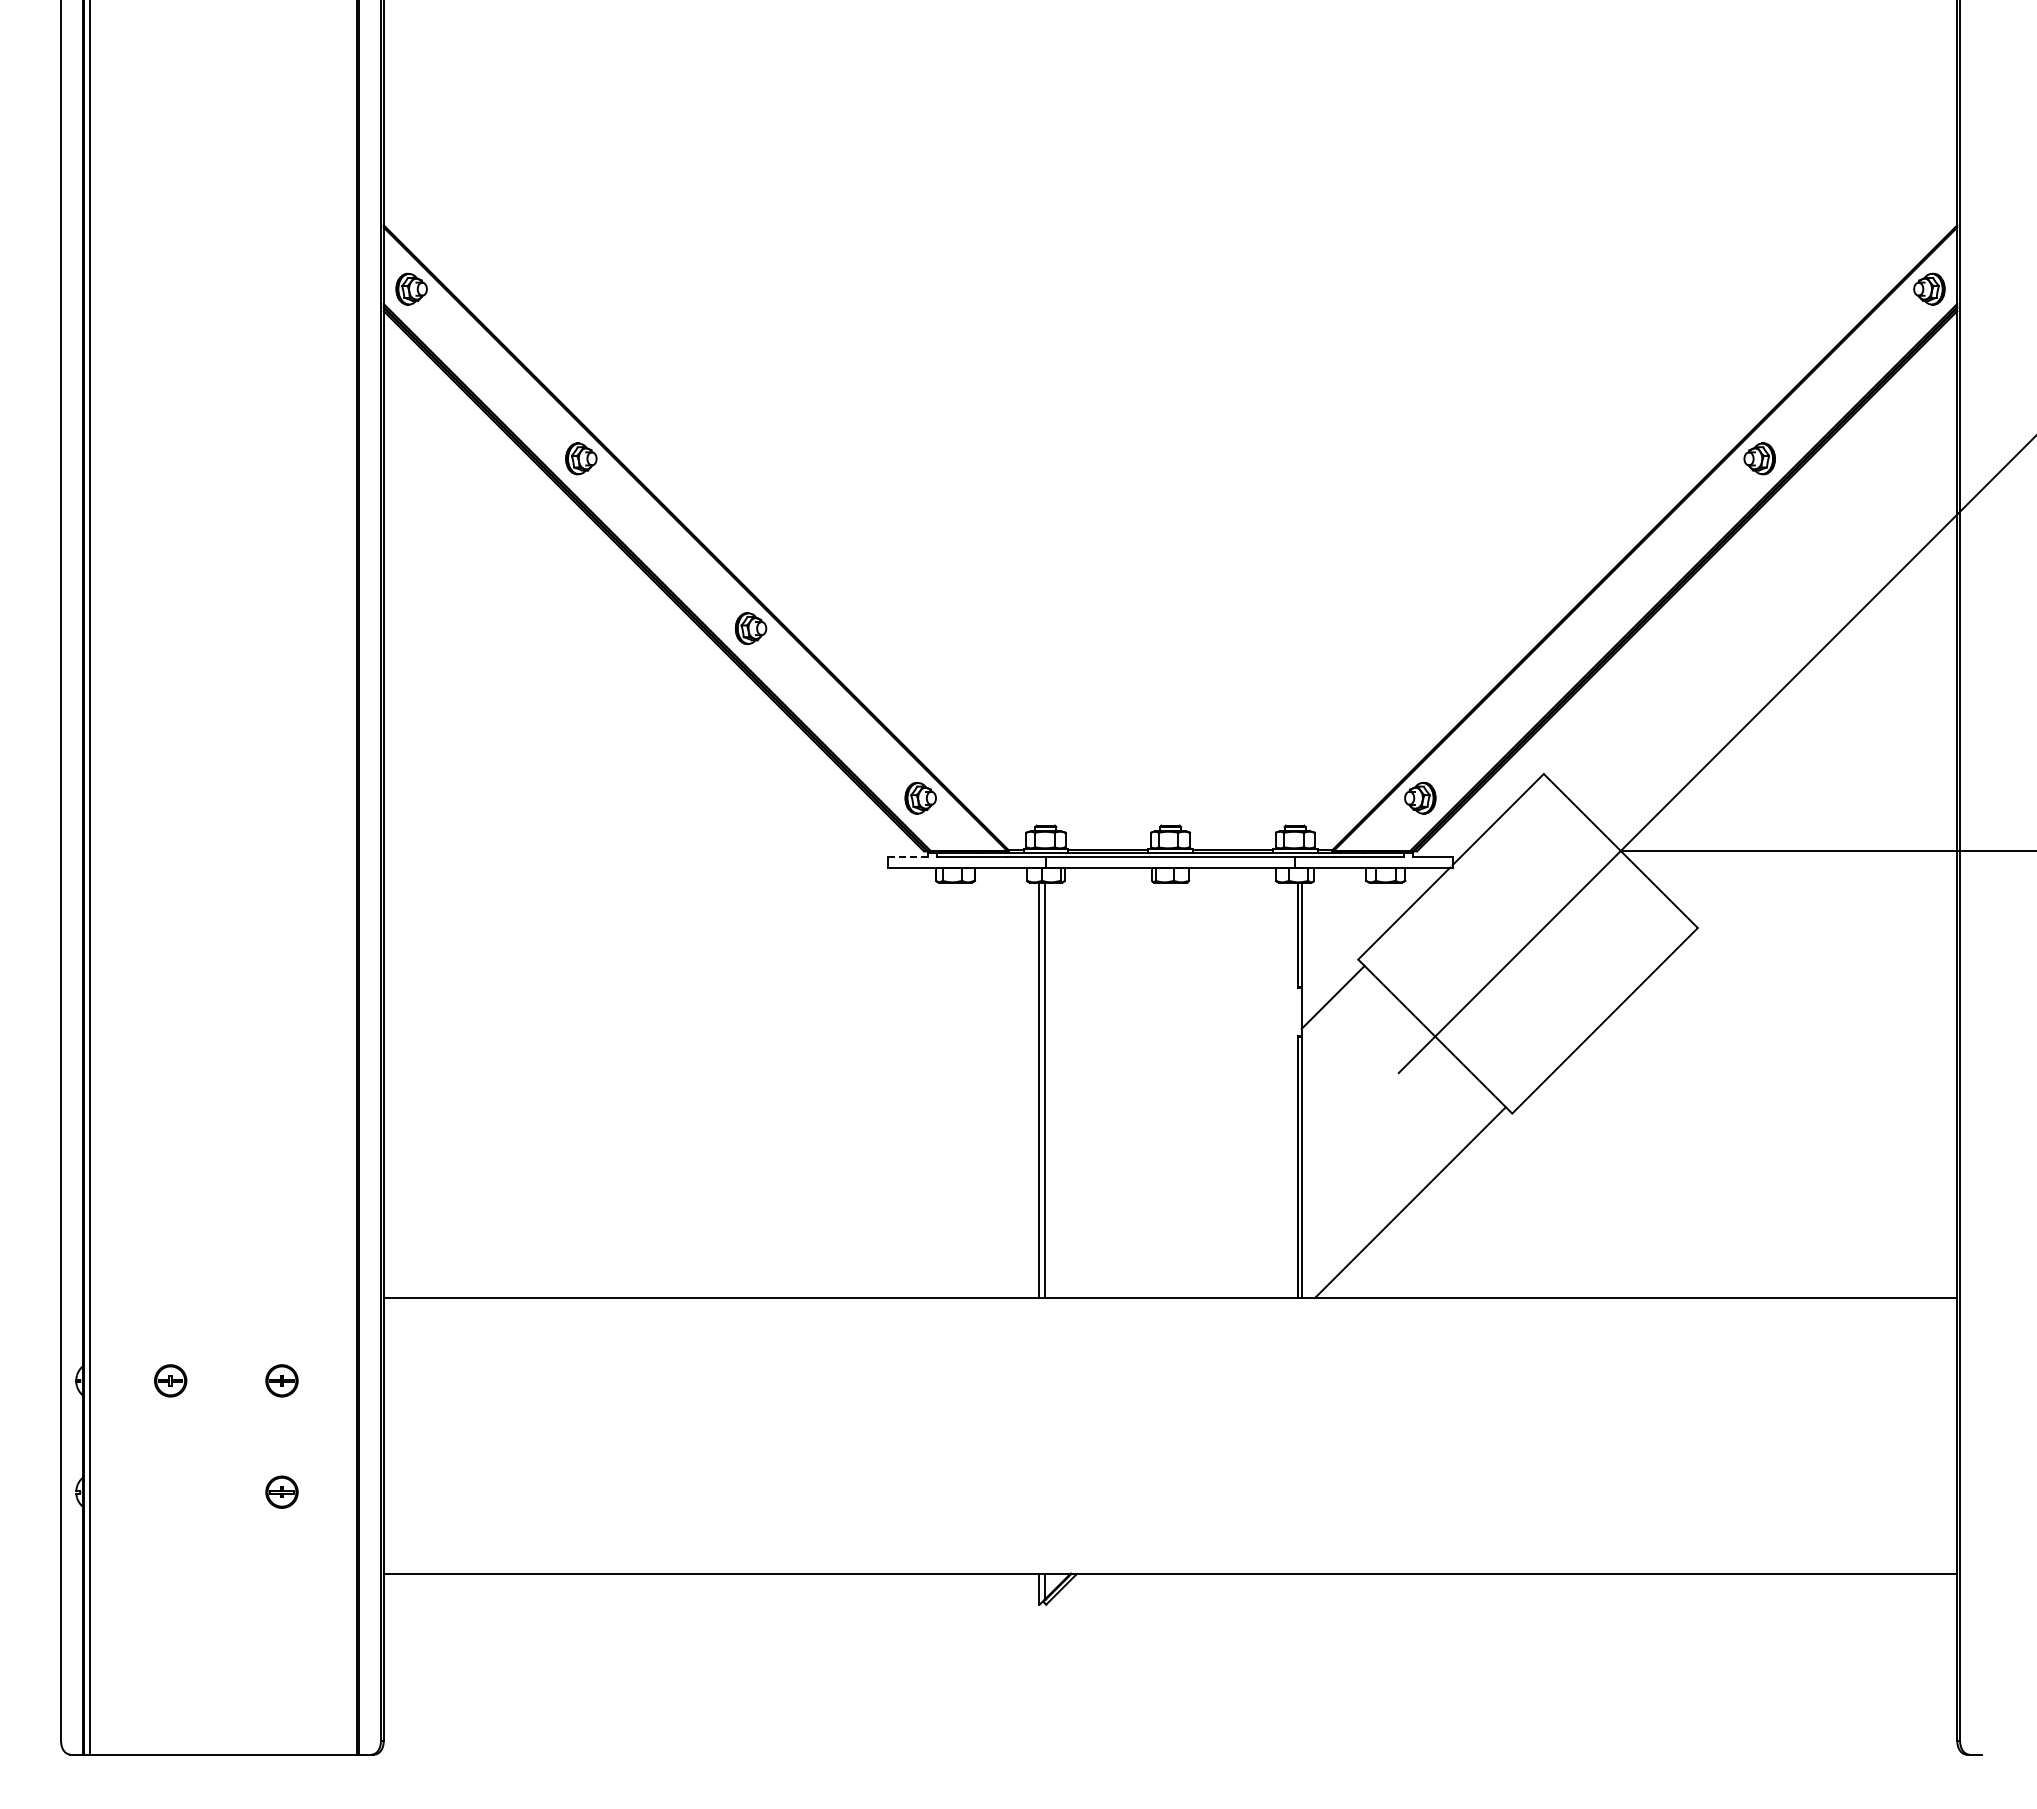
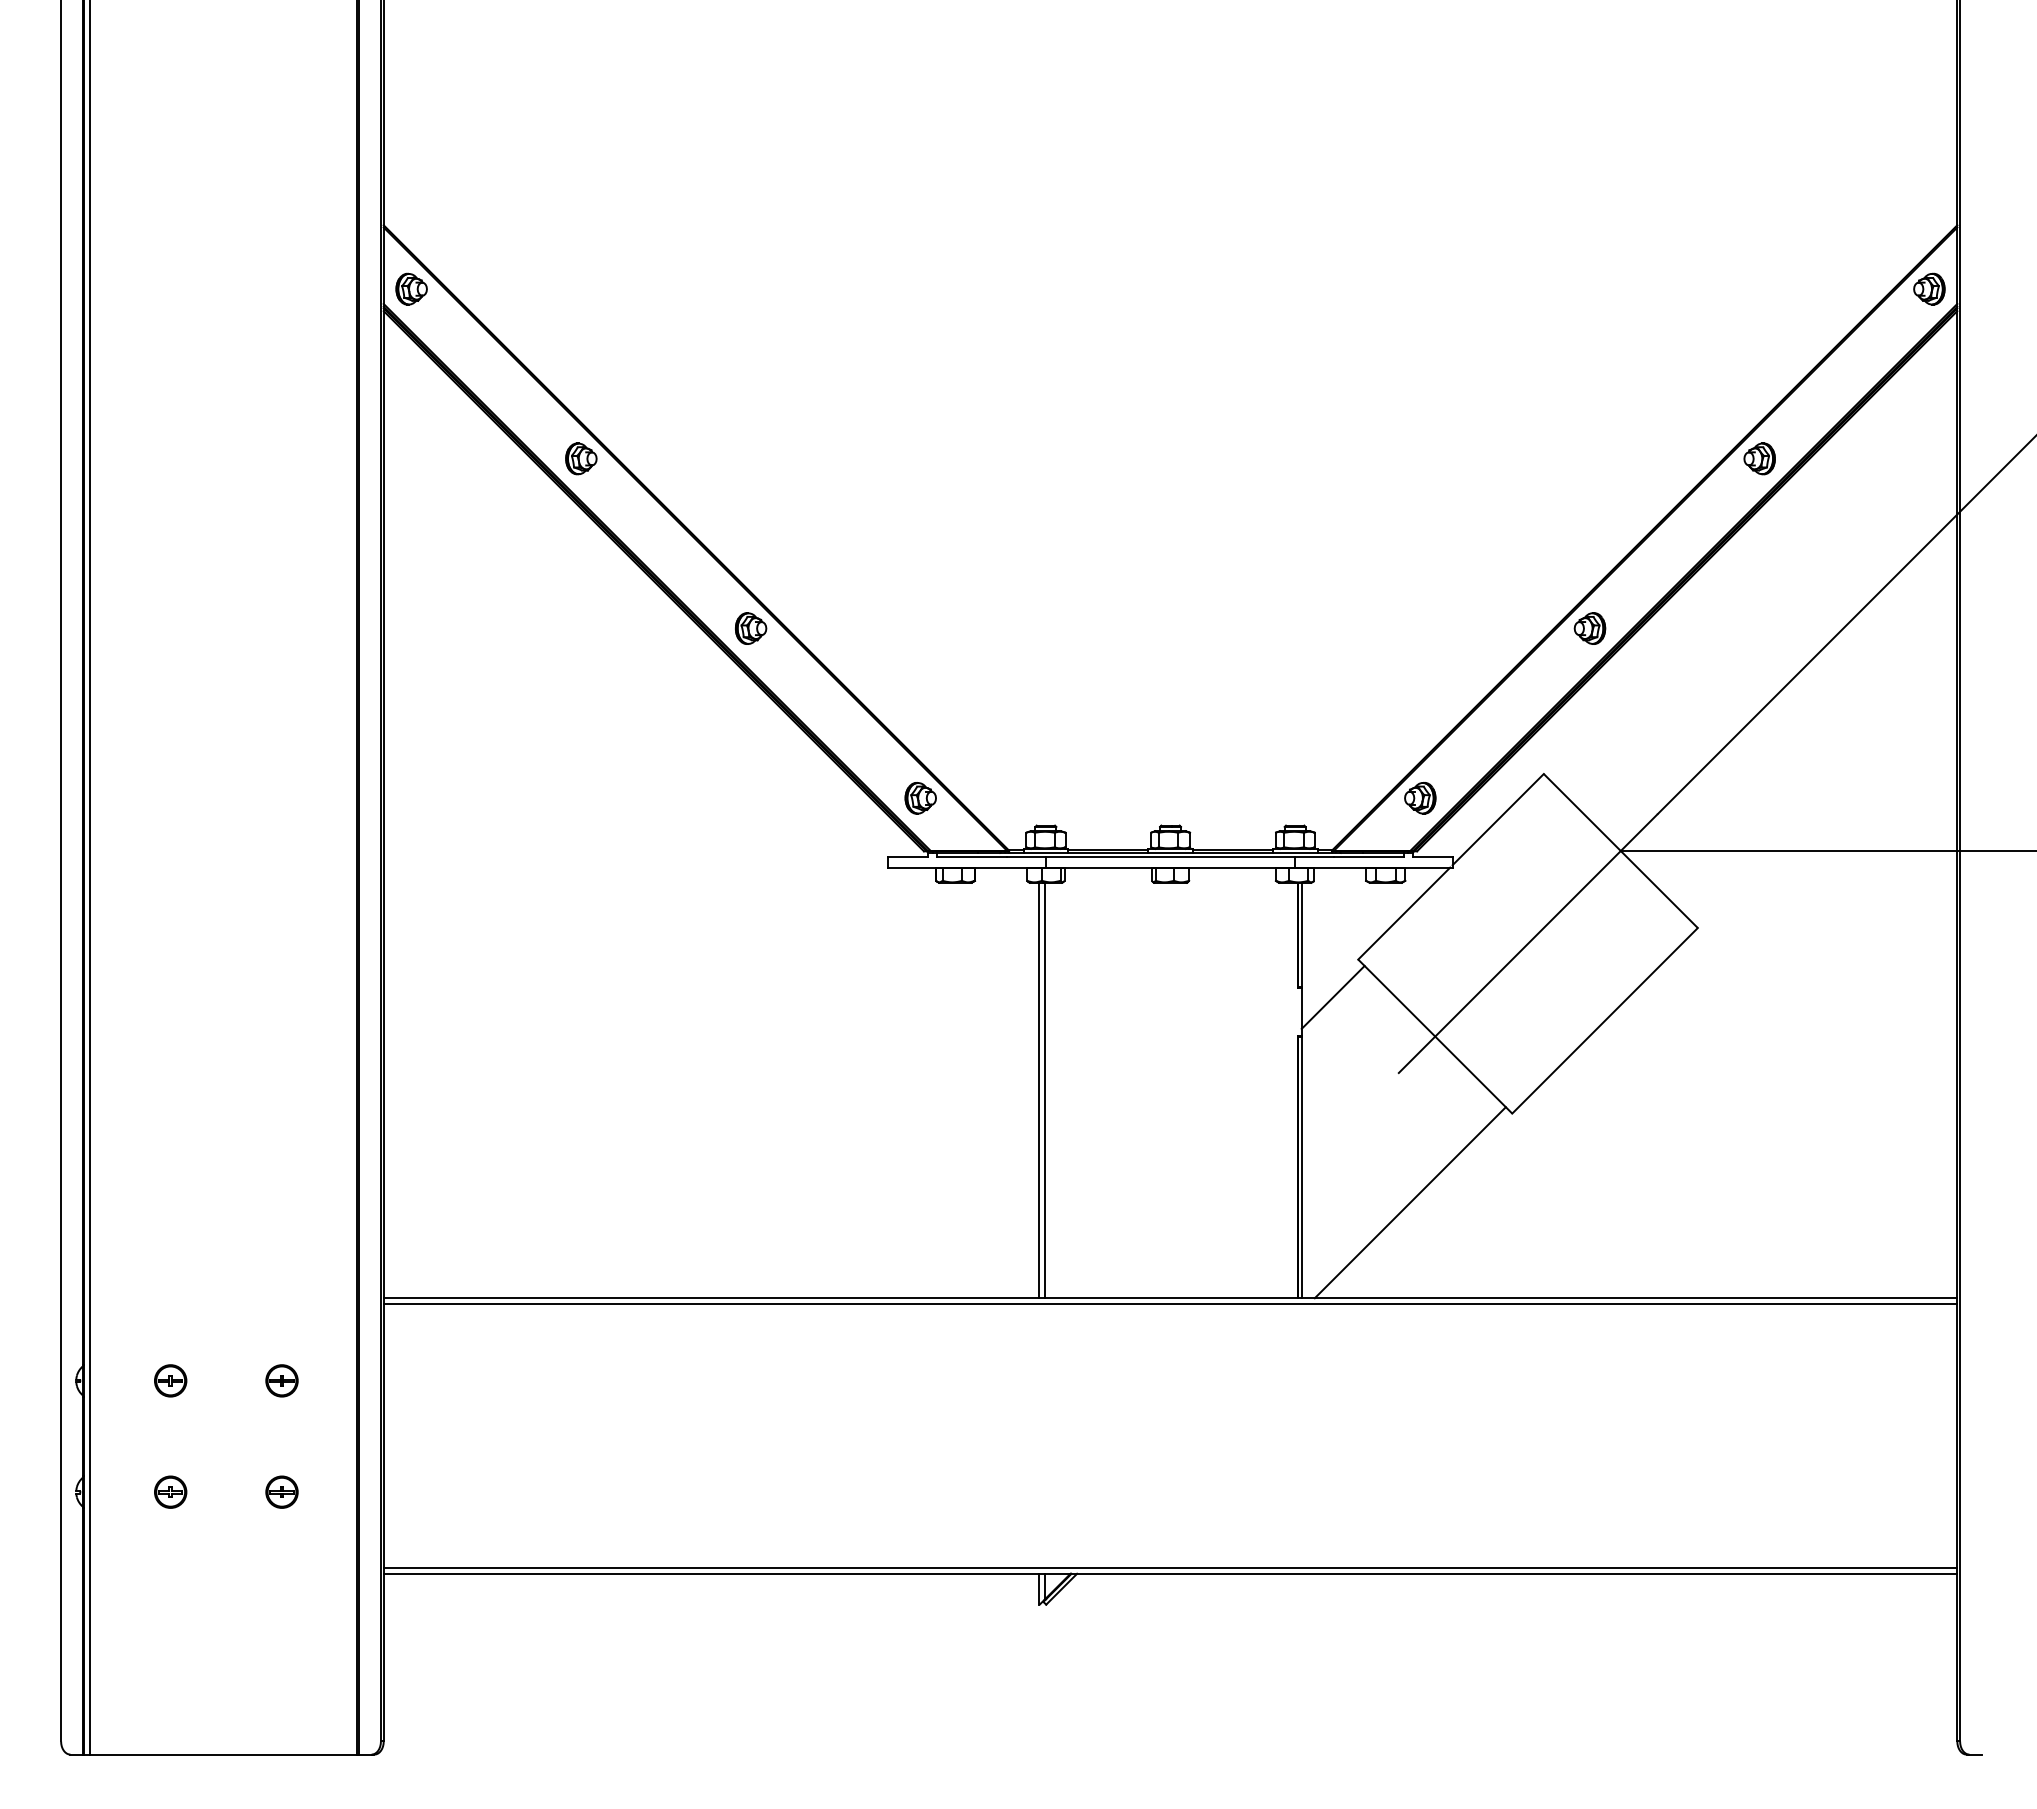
part at (1589, 628): none -> present
line at (908, 857): dashed -> solid
line at (1170, 1303): none -> present
part at (170, 1491): none -> present
line at (1170, 1568): none -> present
